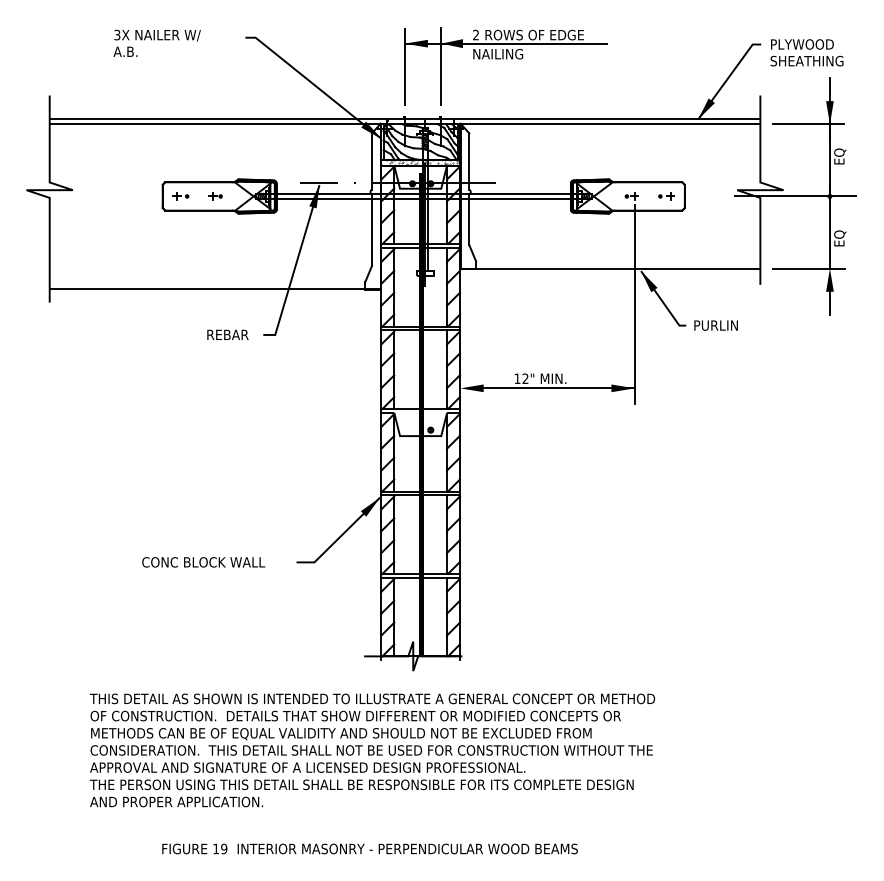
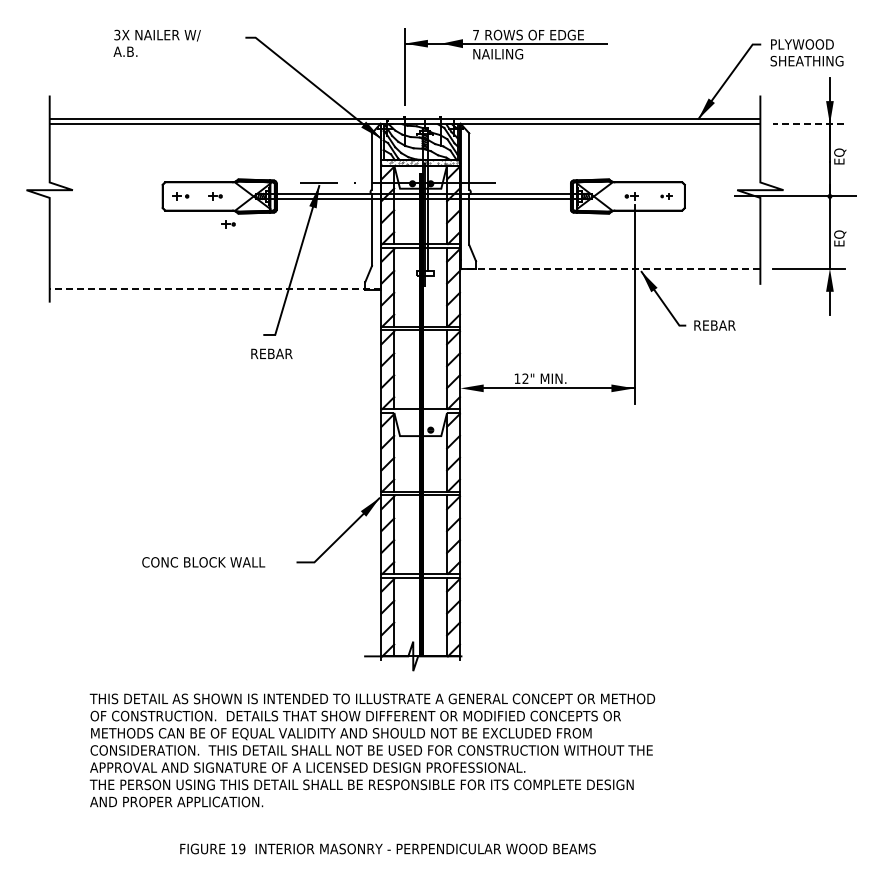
text at (475, 34): 2 -> 7
line at (440, 65): present -> none
line at (808, 124): solid -> dashed
part at (666, 196) size: 17x9 px -> 13x7 px
part at (228, 224): none -> present
line at (609, 268): solid -> dashed
line at (215, 289): solid -> dashed
text at (716, 325): PURLIN -> REBAR
text at (227, 334) position: (227, 334) -> (271, 353)
text at (369, 848) position: (369, 848) -> (387, 848)
